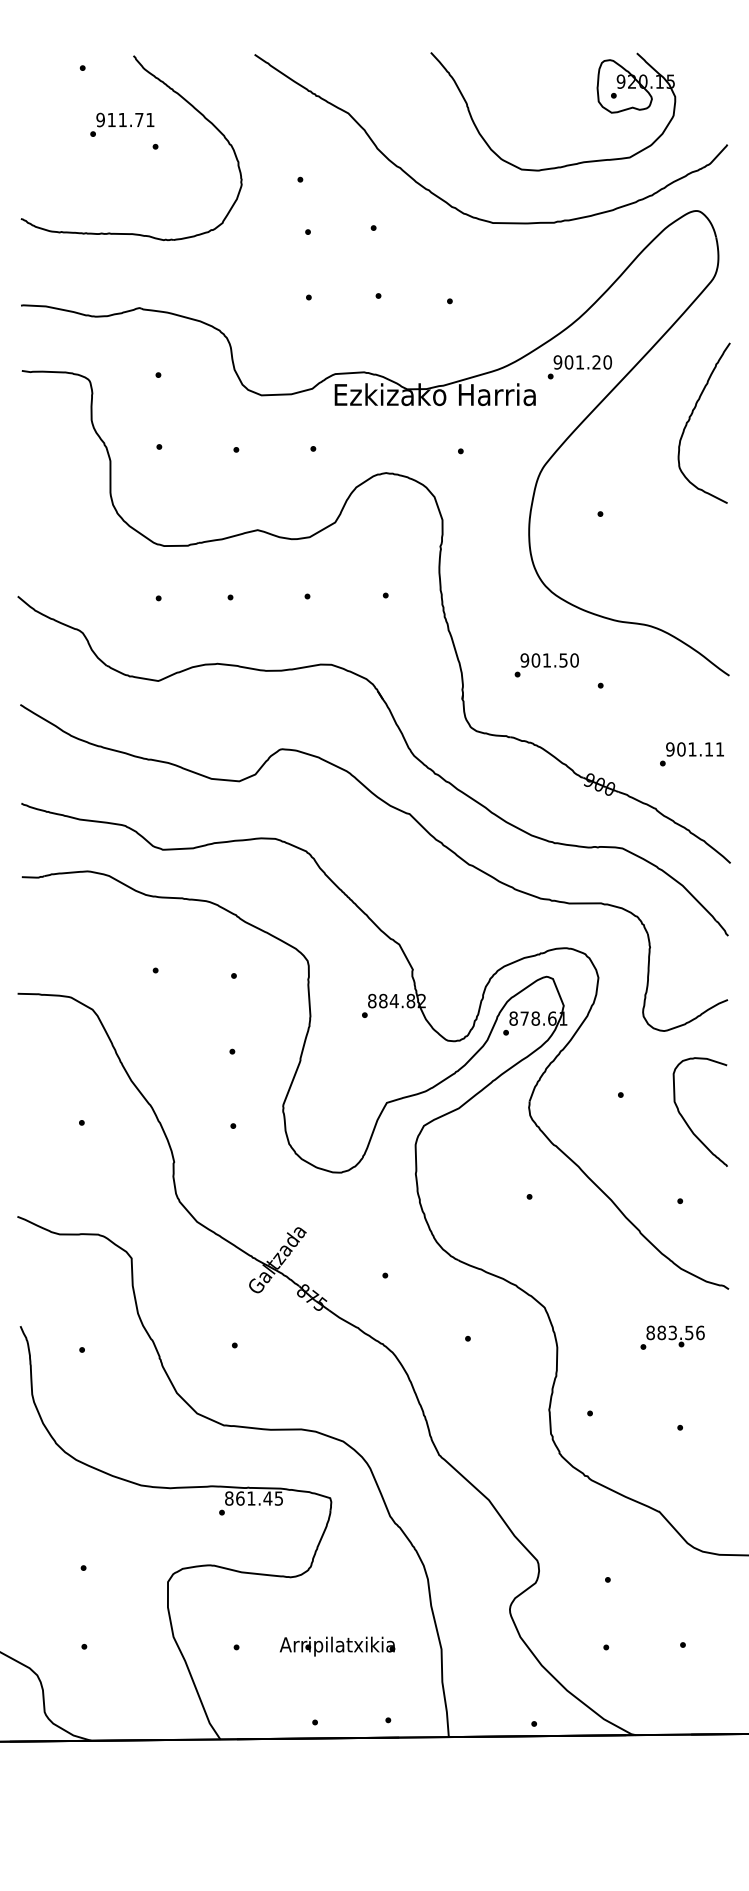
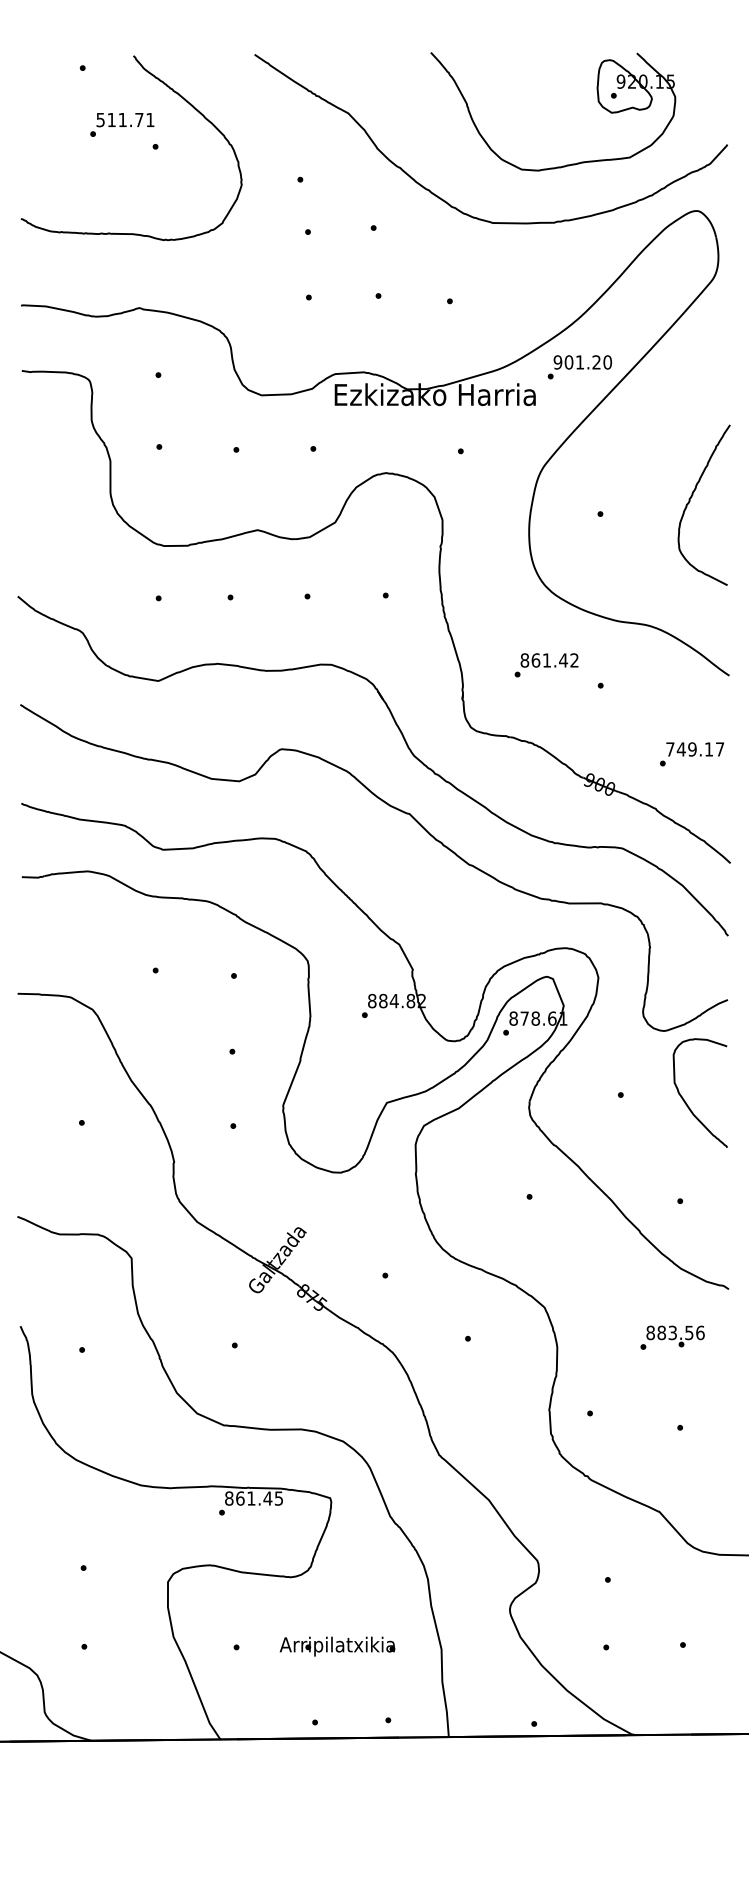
text at (100, 119): 911.71 -> 511.71
curve at (690, 419) position: (690, 419) -> (690, 501)
text at (549, 660): 901.50 -> 861.42
text at (695, 749): 901.11 -> 749.17
curve at (685, 1119) position: (685, 1119) -> (685, 1100)
